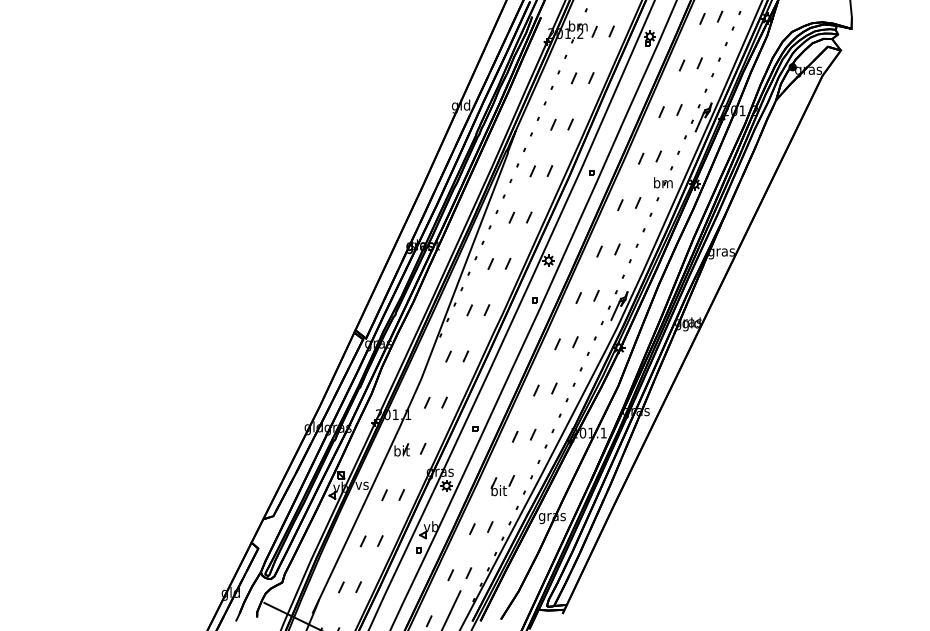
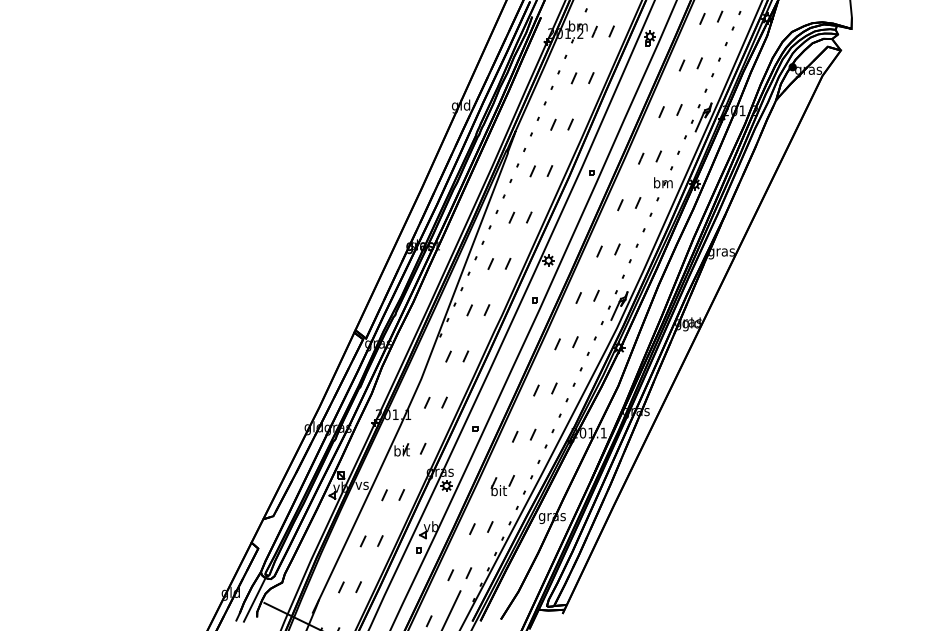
line at (255, 598): none -> present
